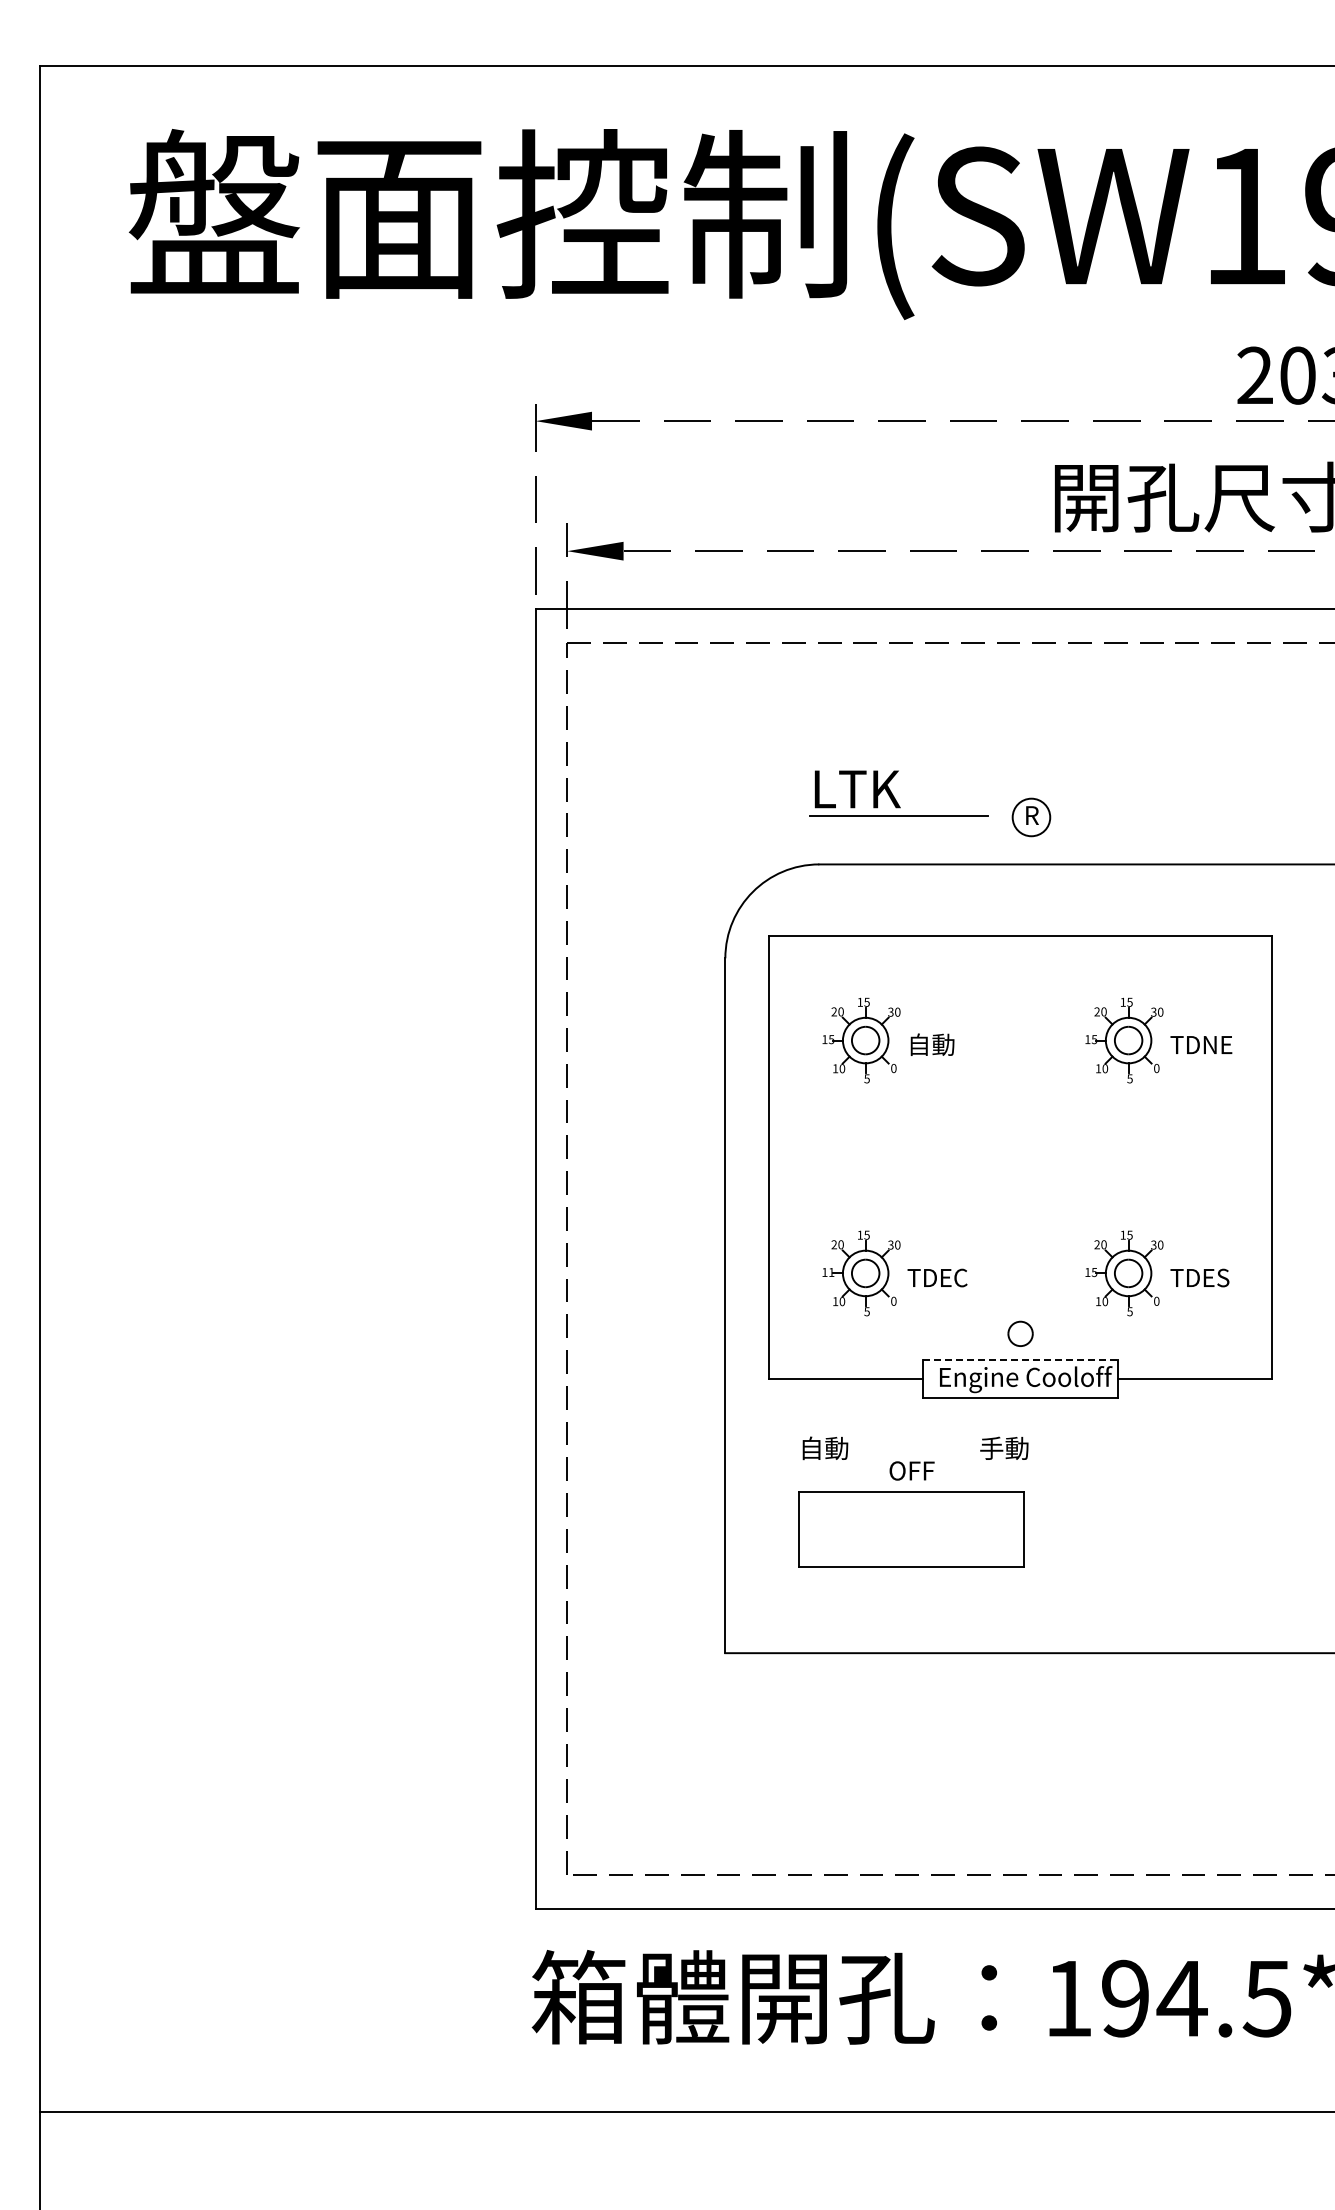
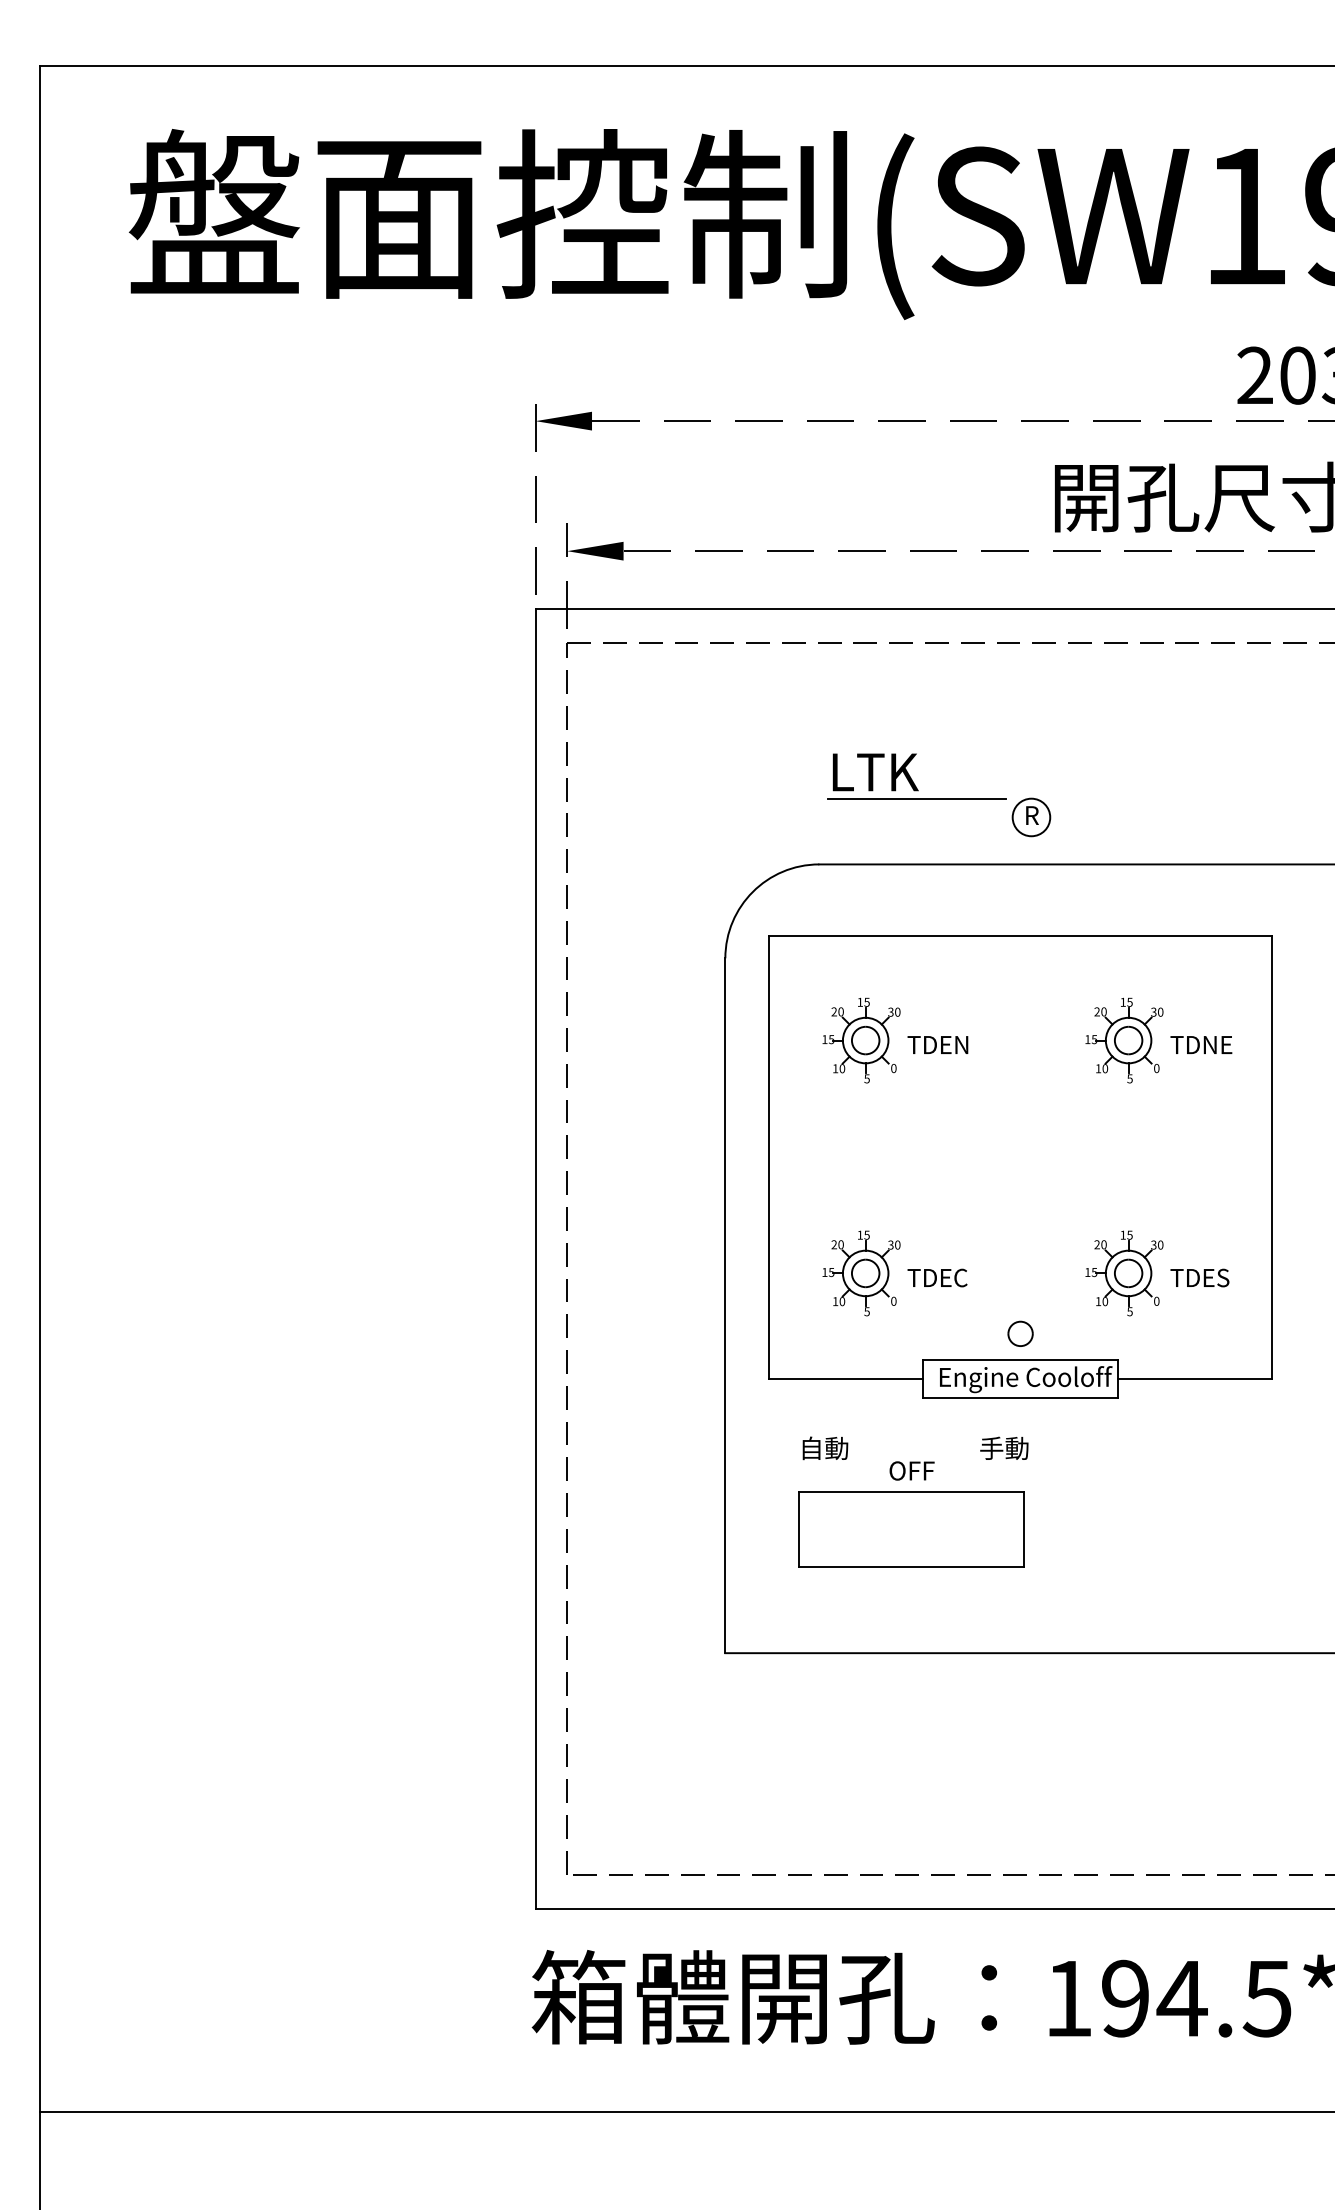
part at (898, 793) position: (898, 793) -> (916, 776)
text at (937, 1044): 自動 -> TDEN
text at (831, 1272): 11 -> 15
line at (1020, 1360): dashed -> solid
